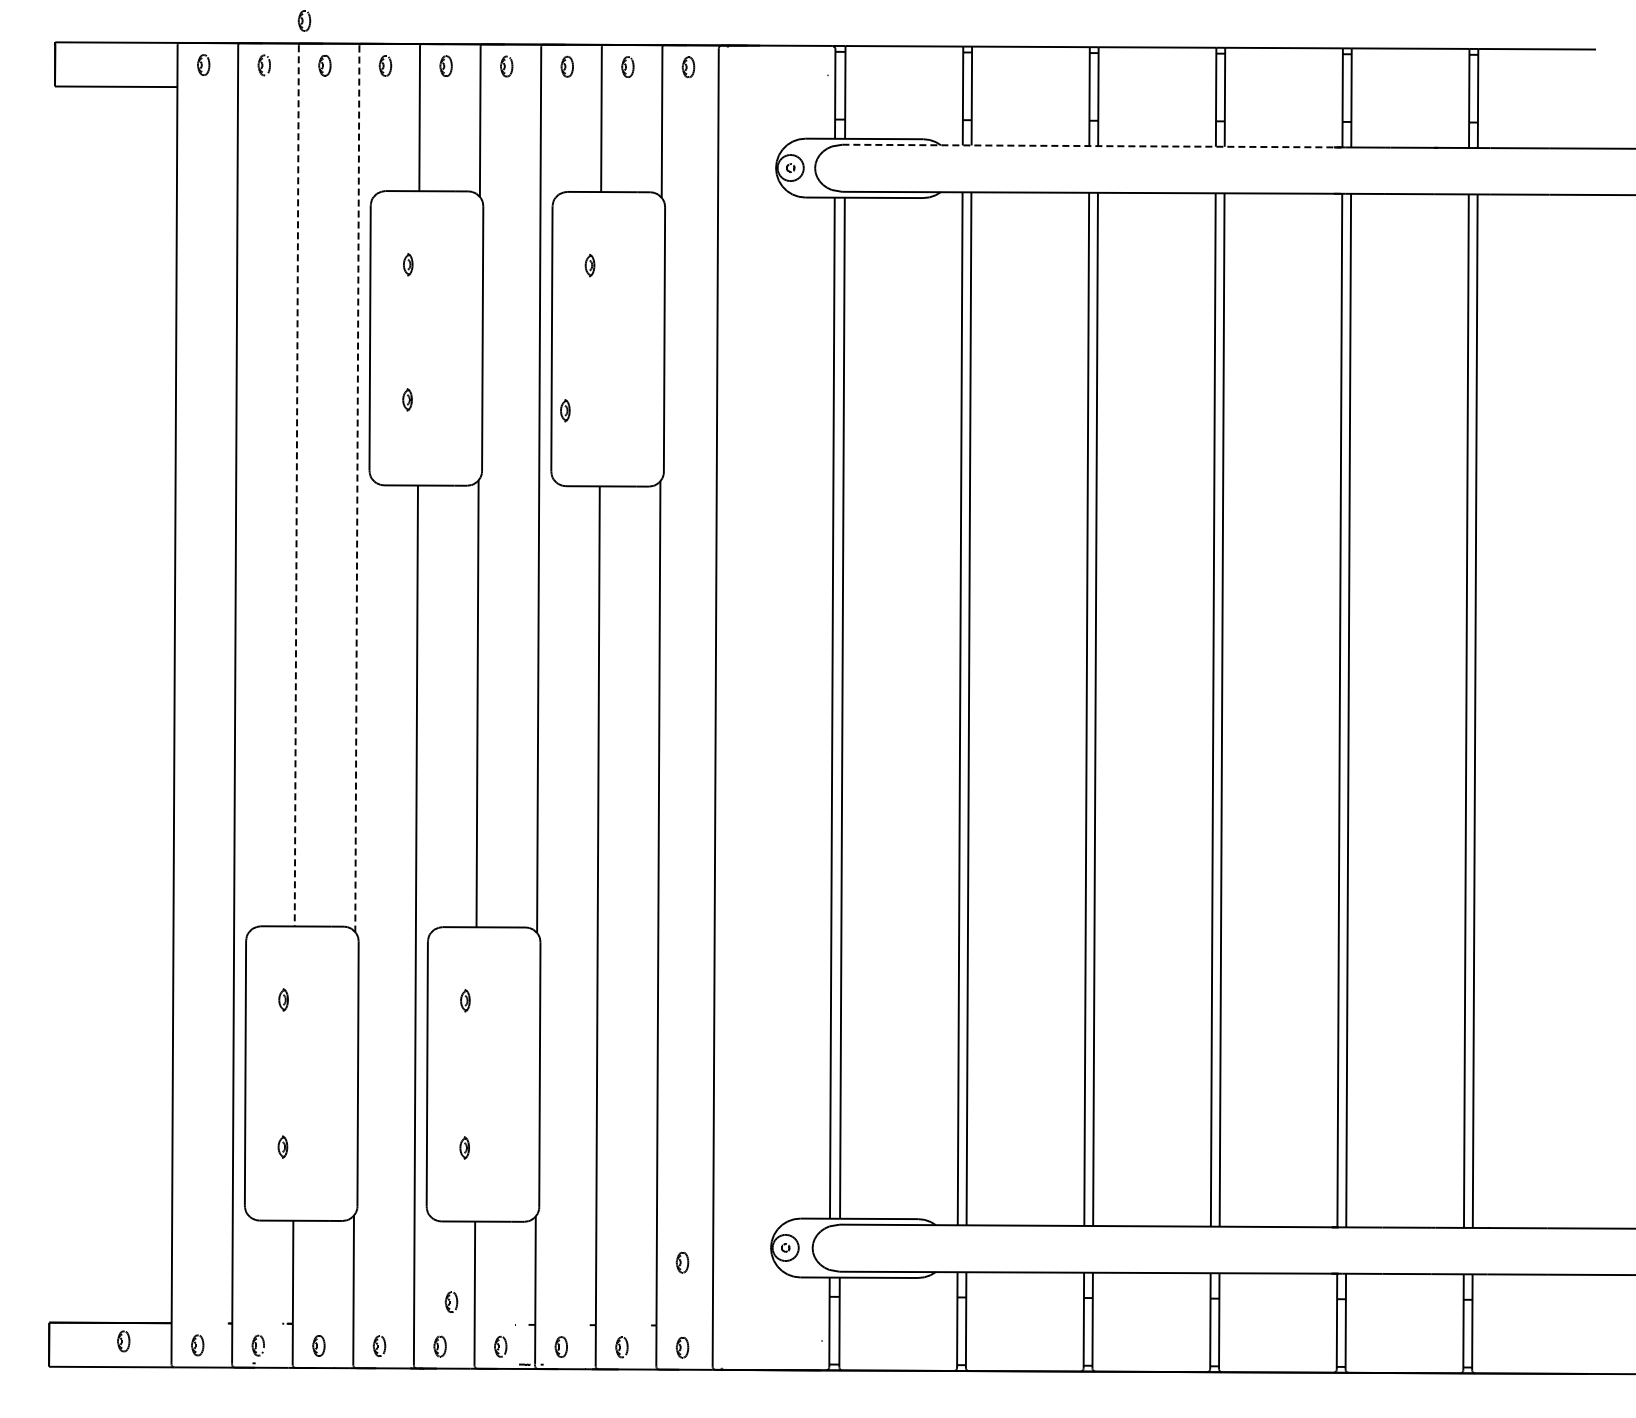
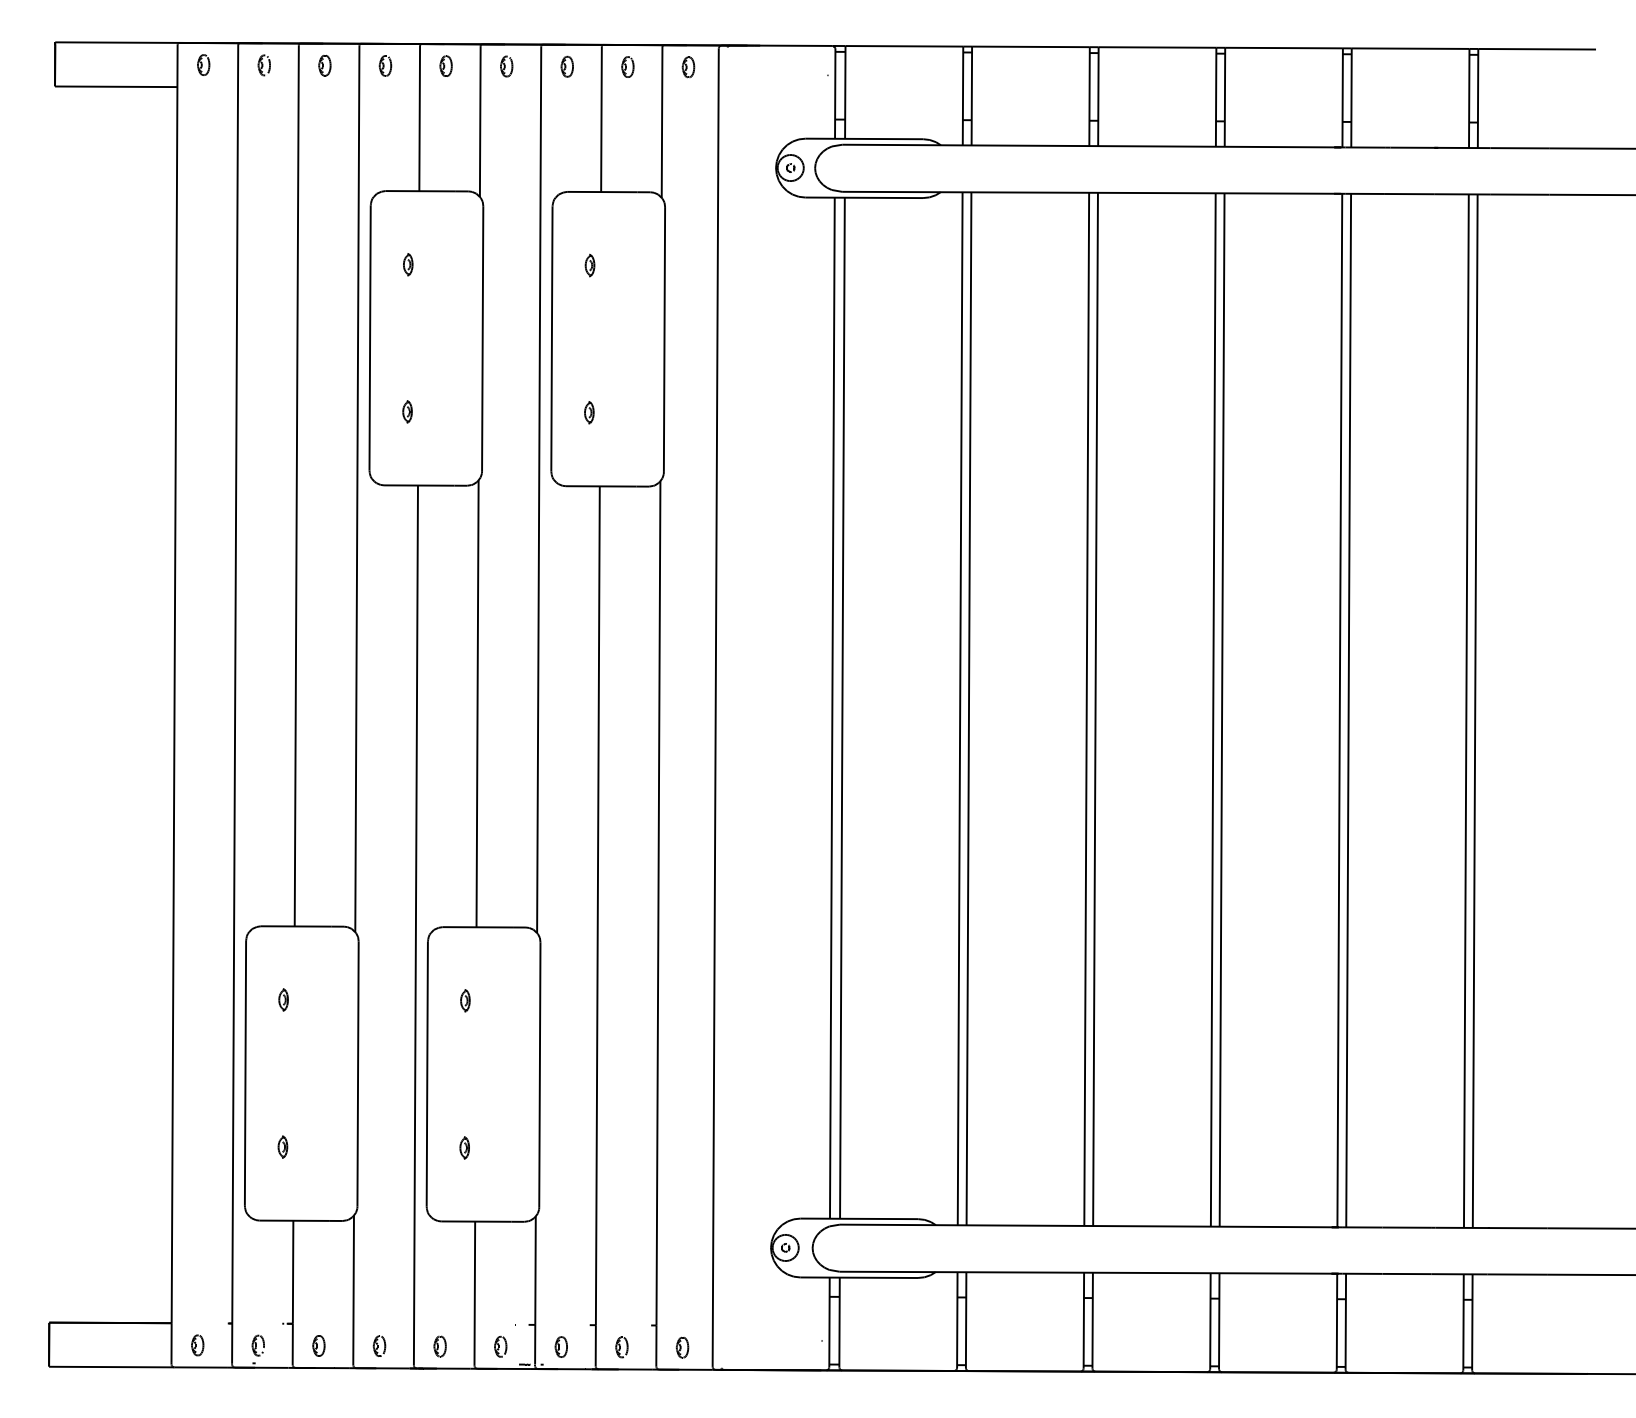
part at (304, 20): present -> none
line at (1092, 146): dashed -> solid
part at (407, 399) position: (407, 399) -> (407, 411)
part at (565, 410) position: (565, 410) -> (589, 412)
line at (296, 485): dashed -> solid
line at (357, 489): dashed -> solid
part at (682, 1262): present -> none
part at (451, 1301): present -> none
part at (123, 1341): present -> none
